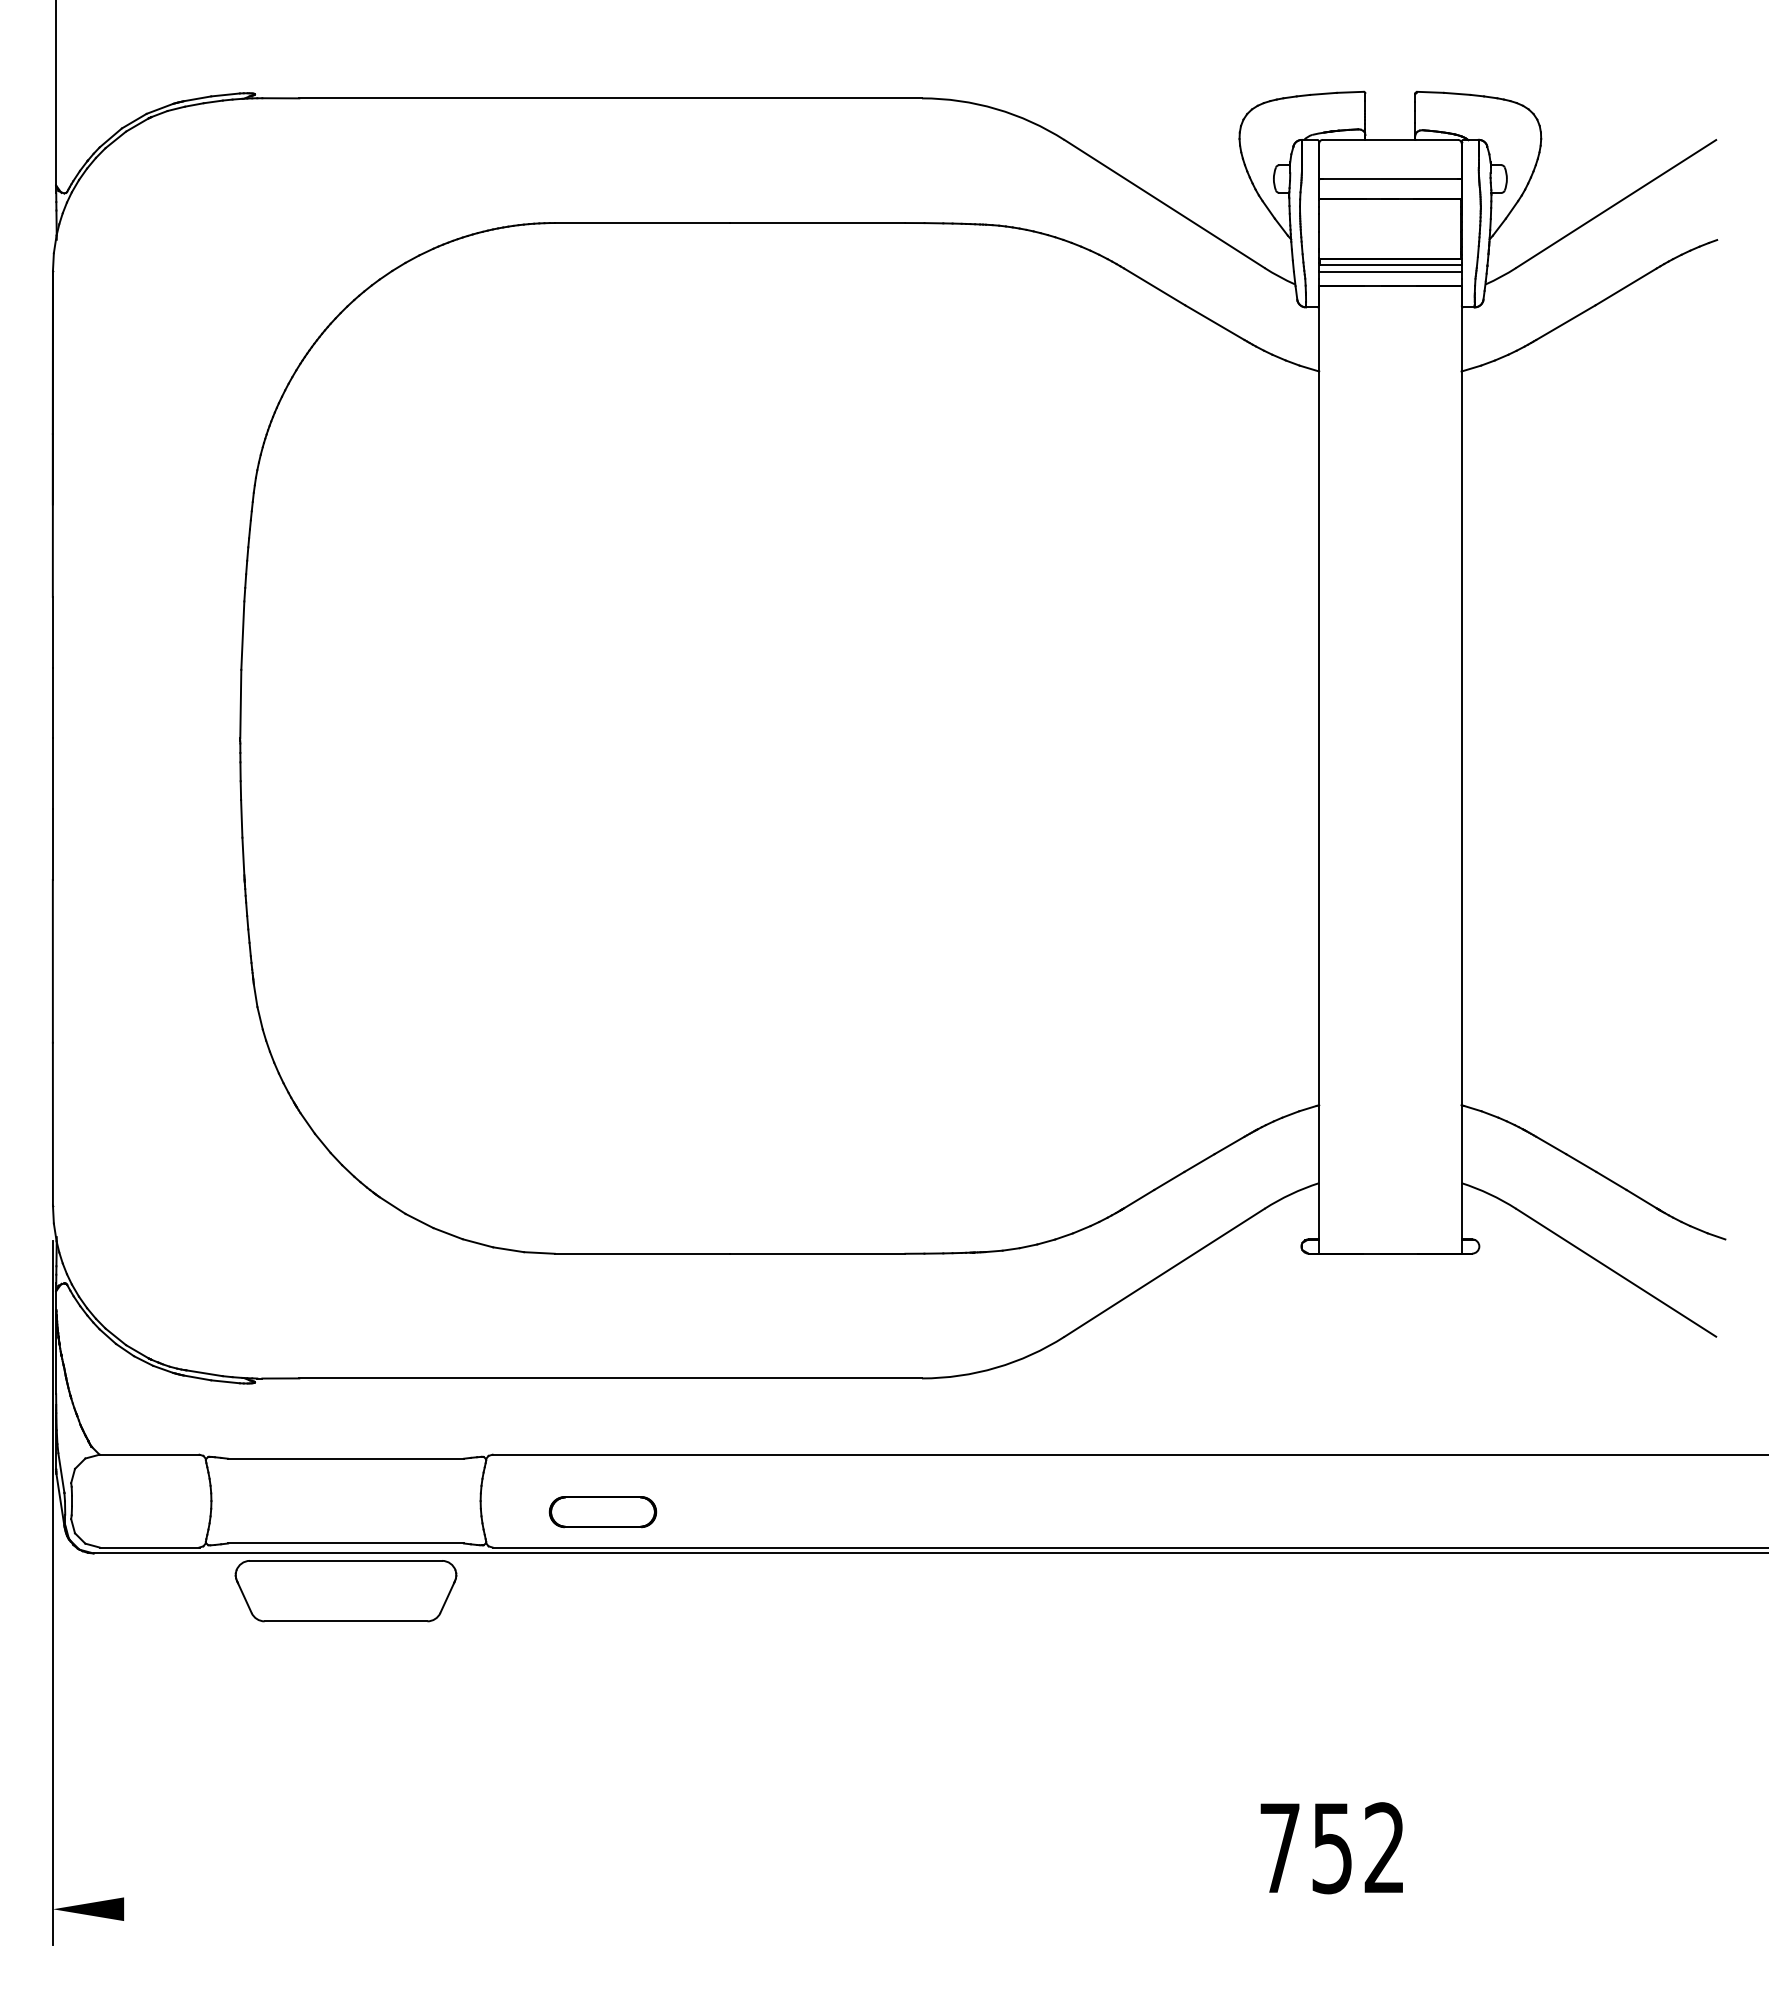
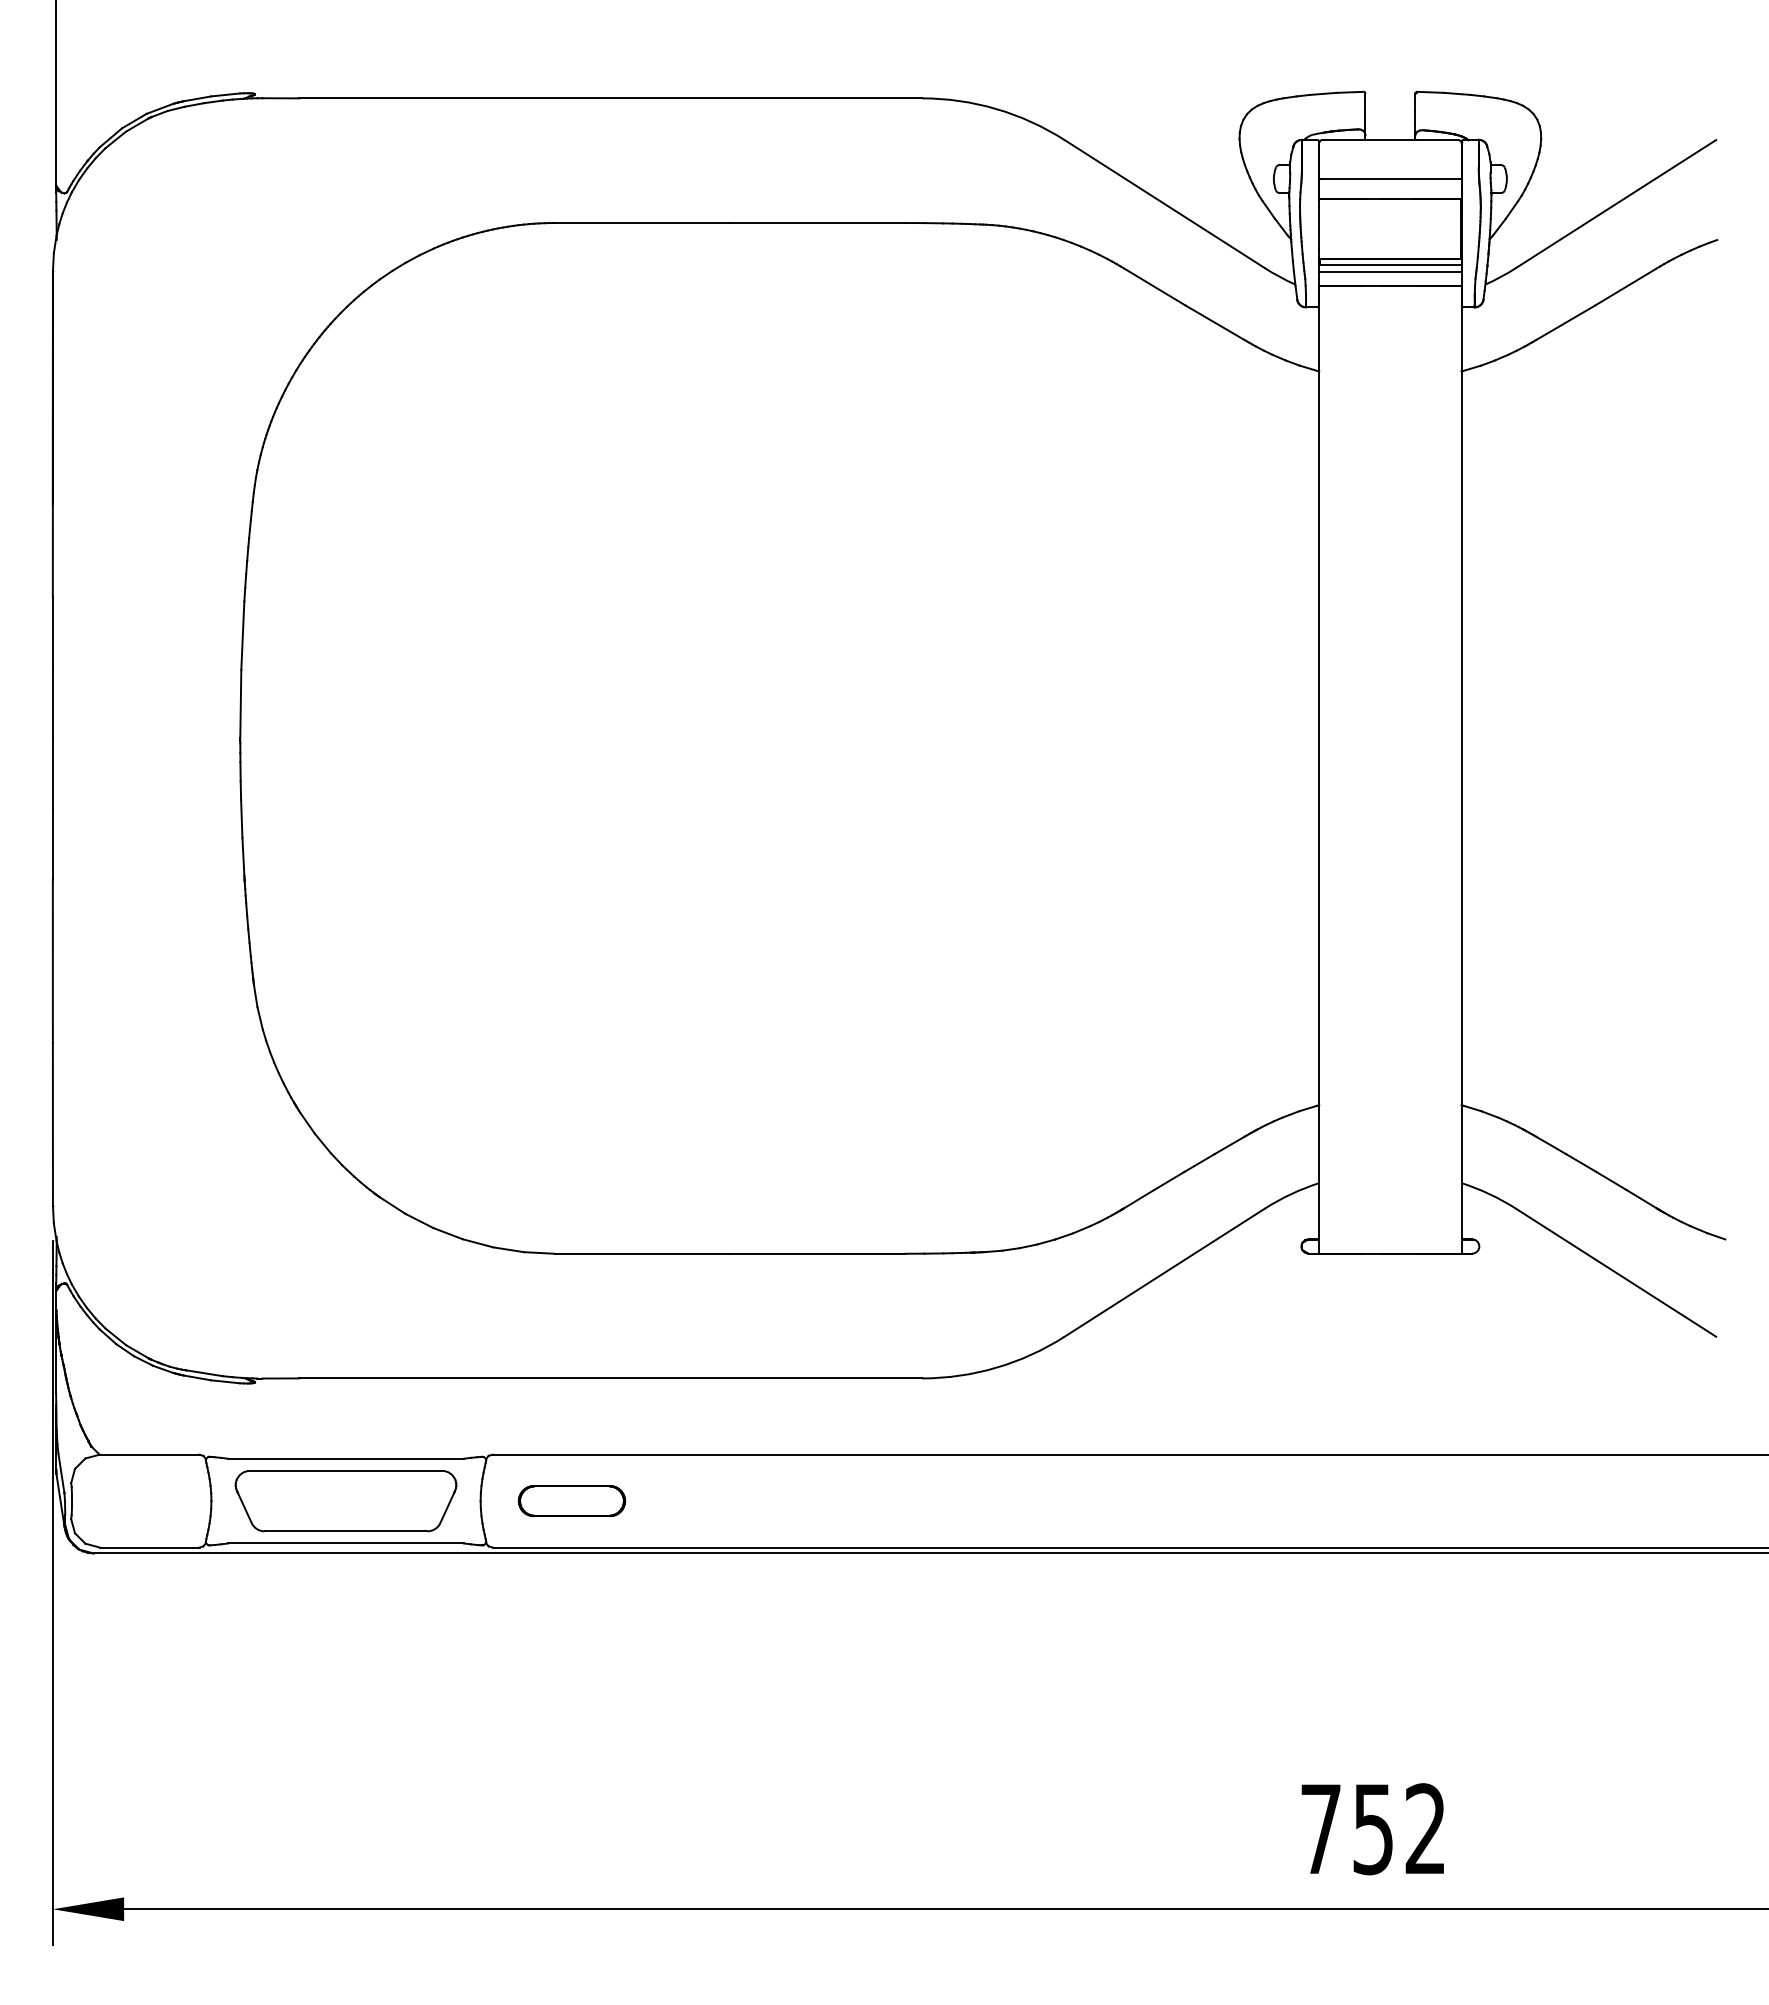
part at (602, 1512) position: (602, 1512) -> (571, 1501)
part at (345, 1591) position: (345, 1591) -> (345, 1501)
text at (1331, 1848) position: (1331, 1848) -> (1372, 1829)
line at (944, 1909): none -> present
